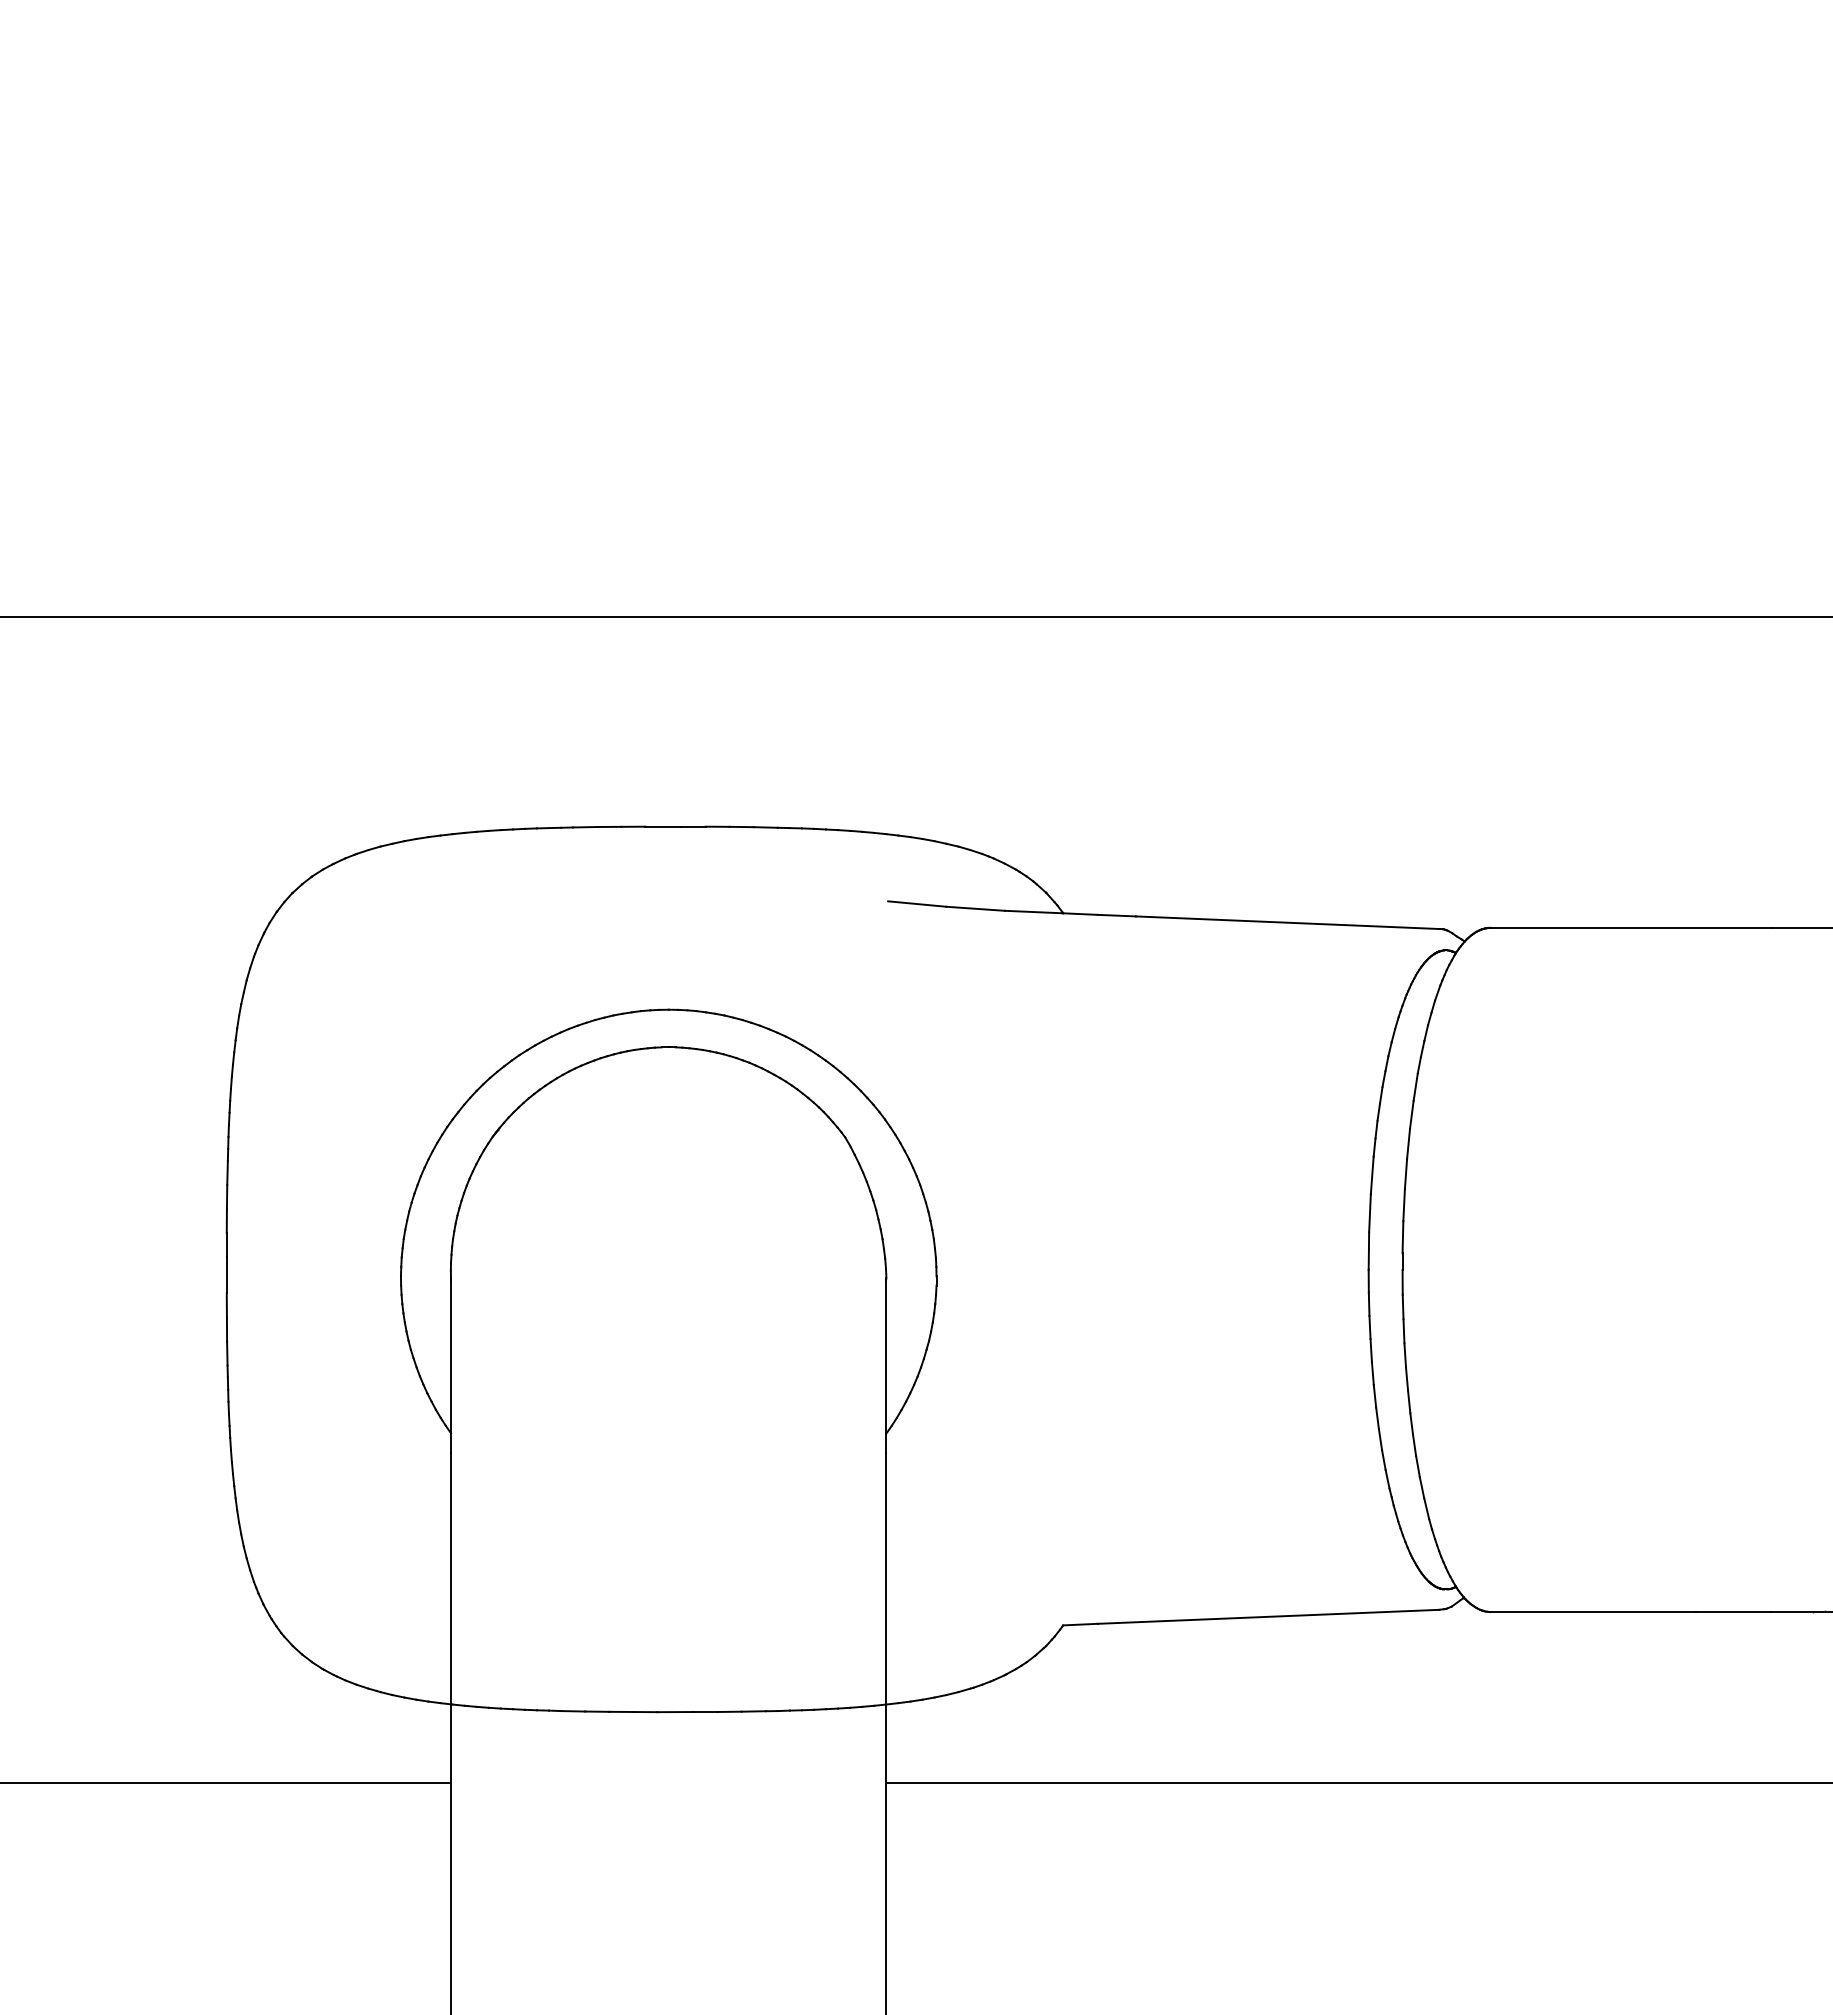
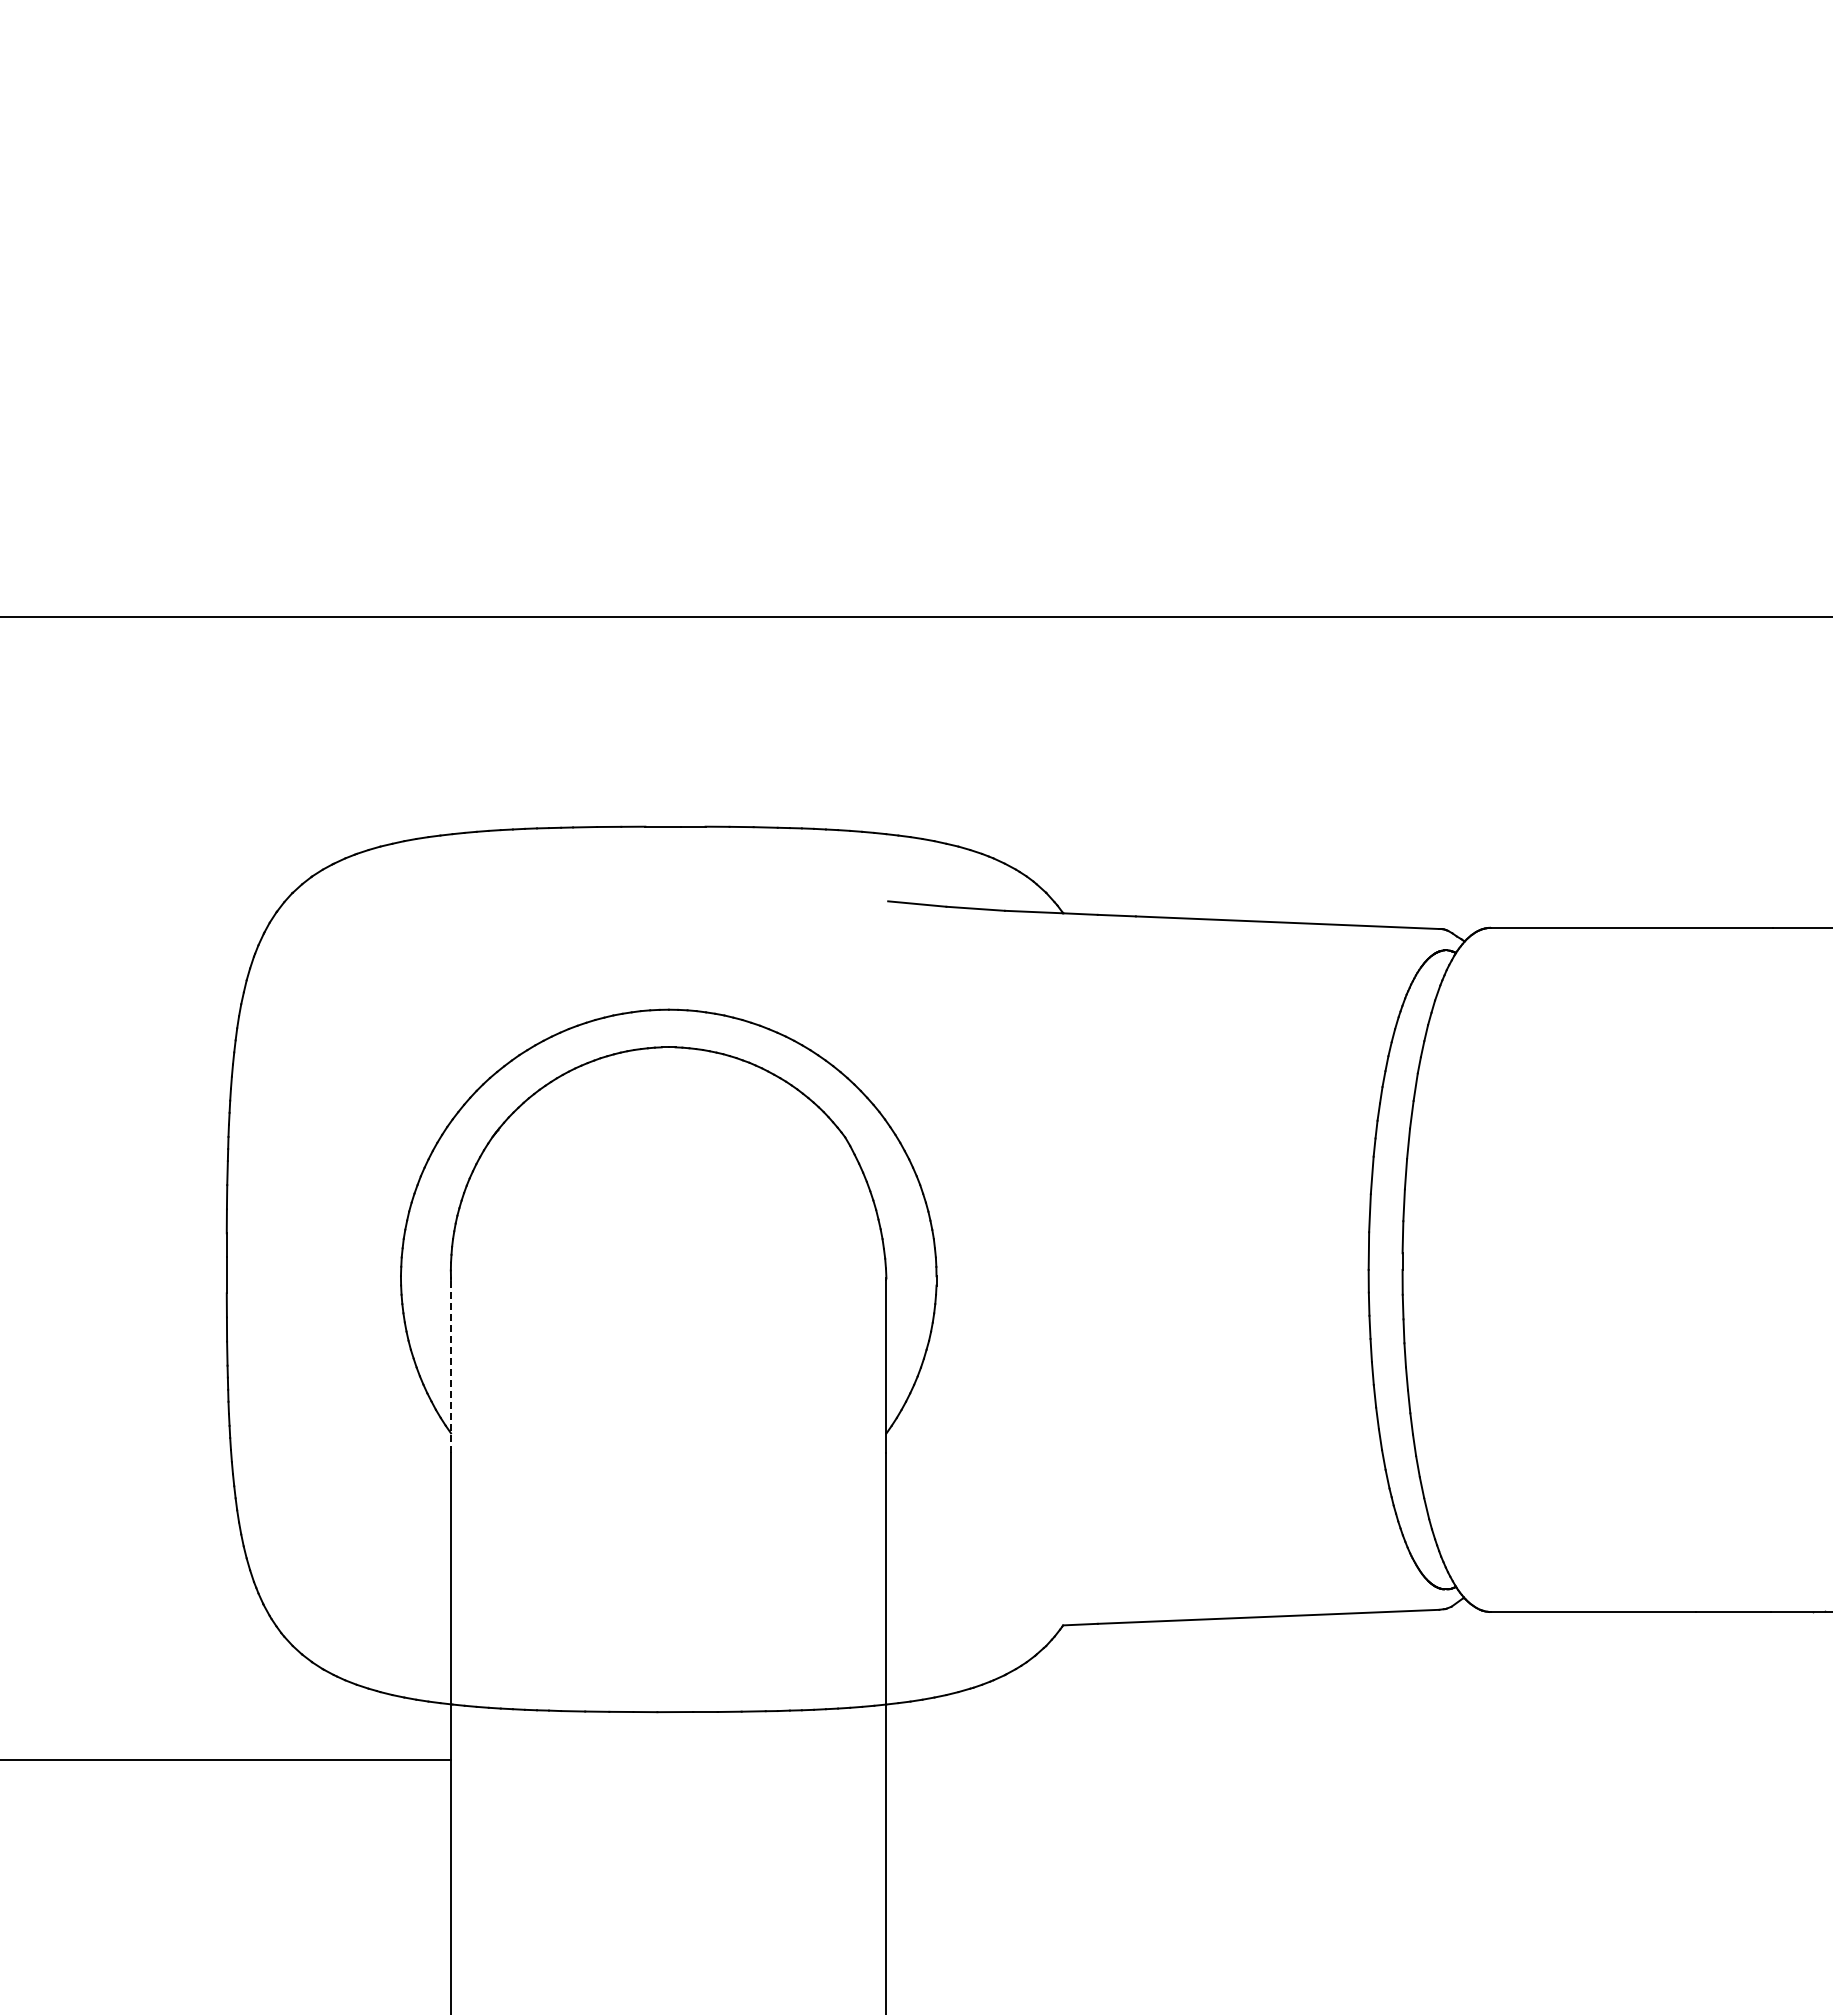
line at (451, 1366): solid -> dashed
line at (226, 1783) position: (226, 1783) -> (226, 1760)
line at (1357, 1783): present -> none
